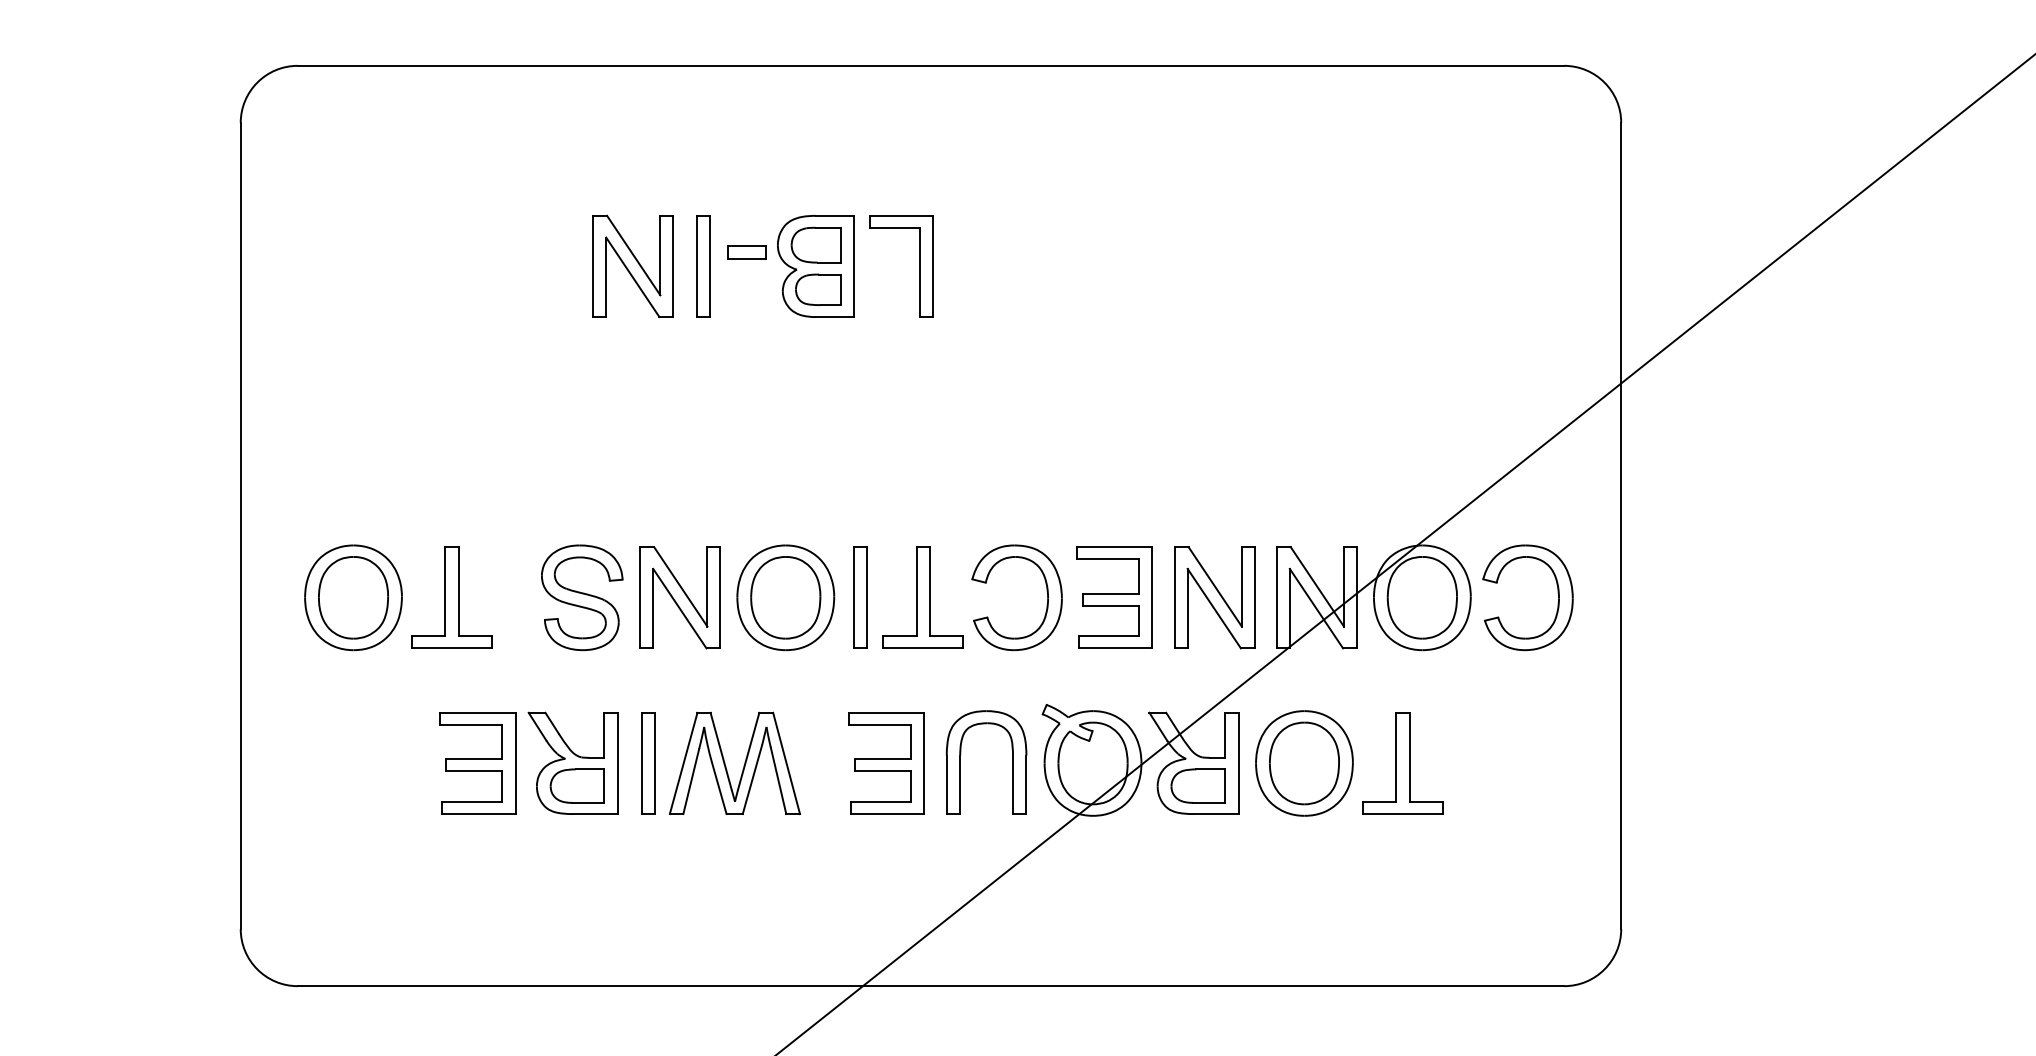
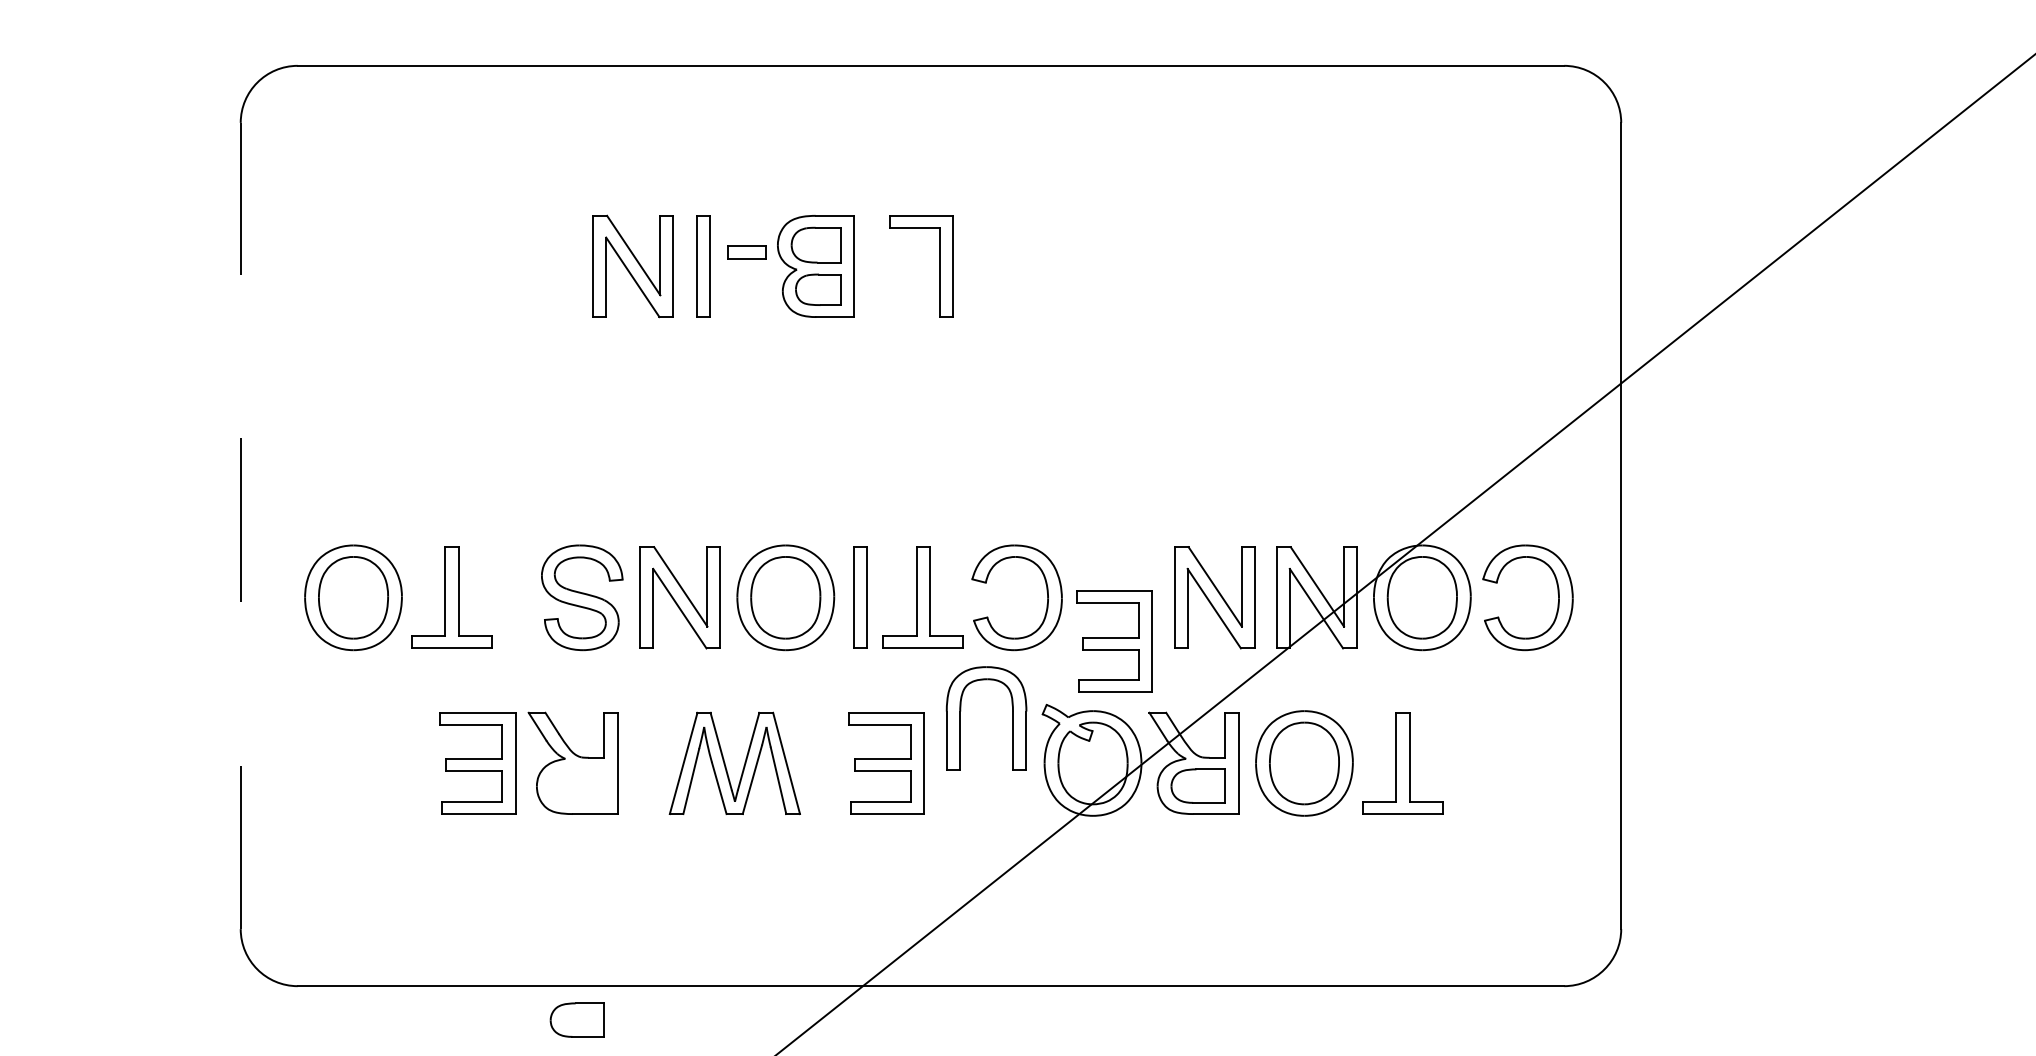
part at (919, 266) position: (919, 266) -> (939, 266)
line at (240, 525): solid -> dashed
part at (1114, 597) position: (1114, 597) -> (1114, 641)
part at (961, 755) position: (961, 755) -> (961, 711)
part at (648, 763): present -> none
part at (576, 785) position: (576, 785) -> (576, 1019)
